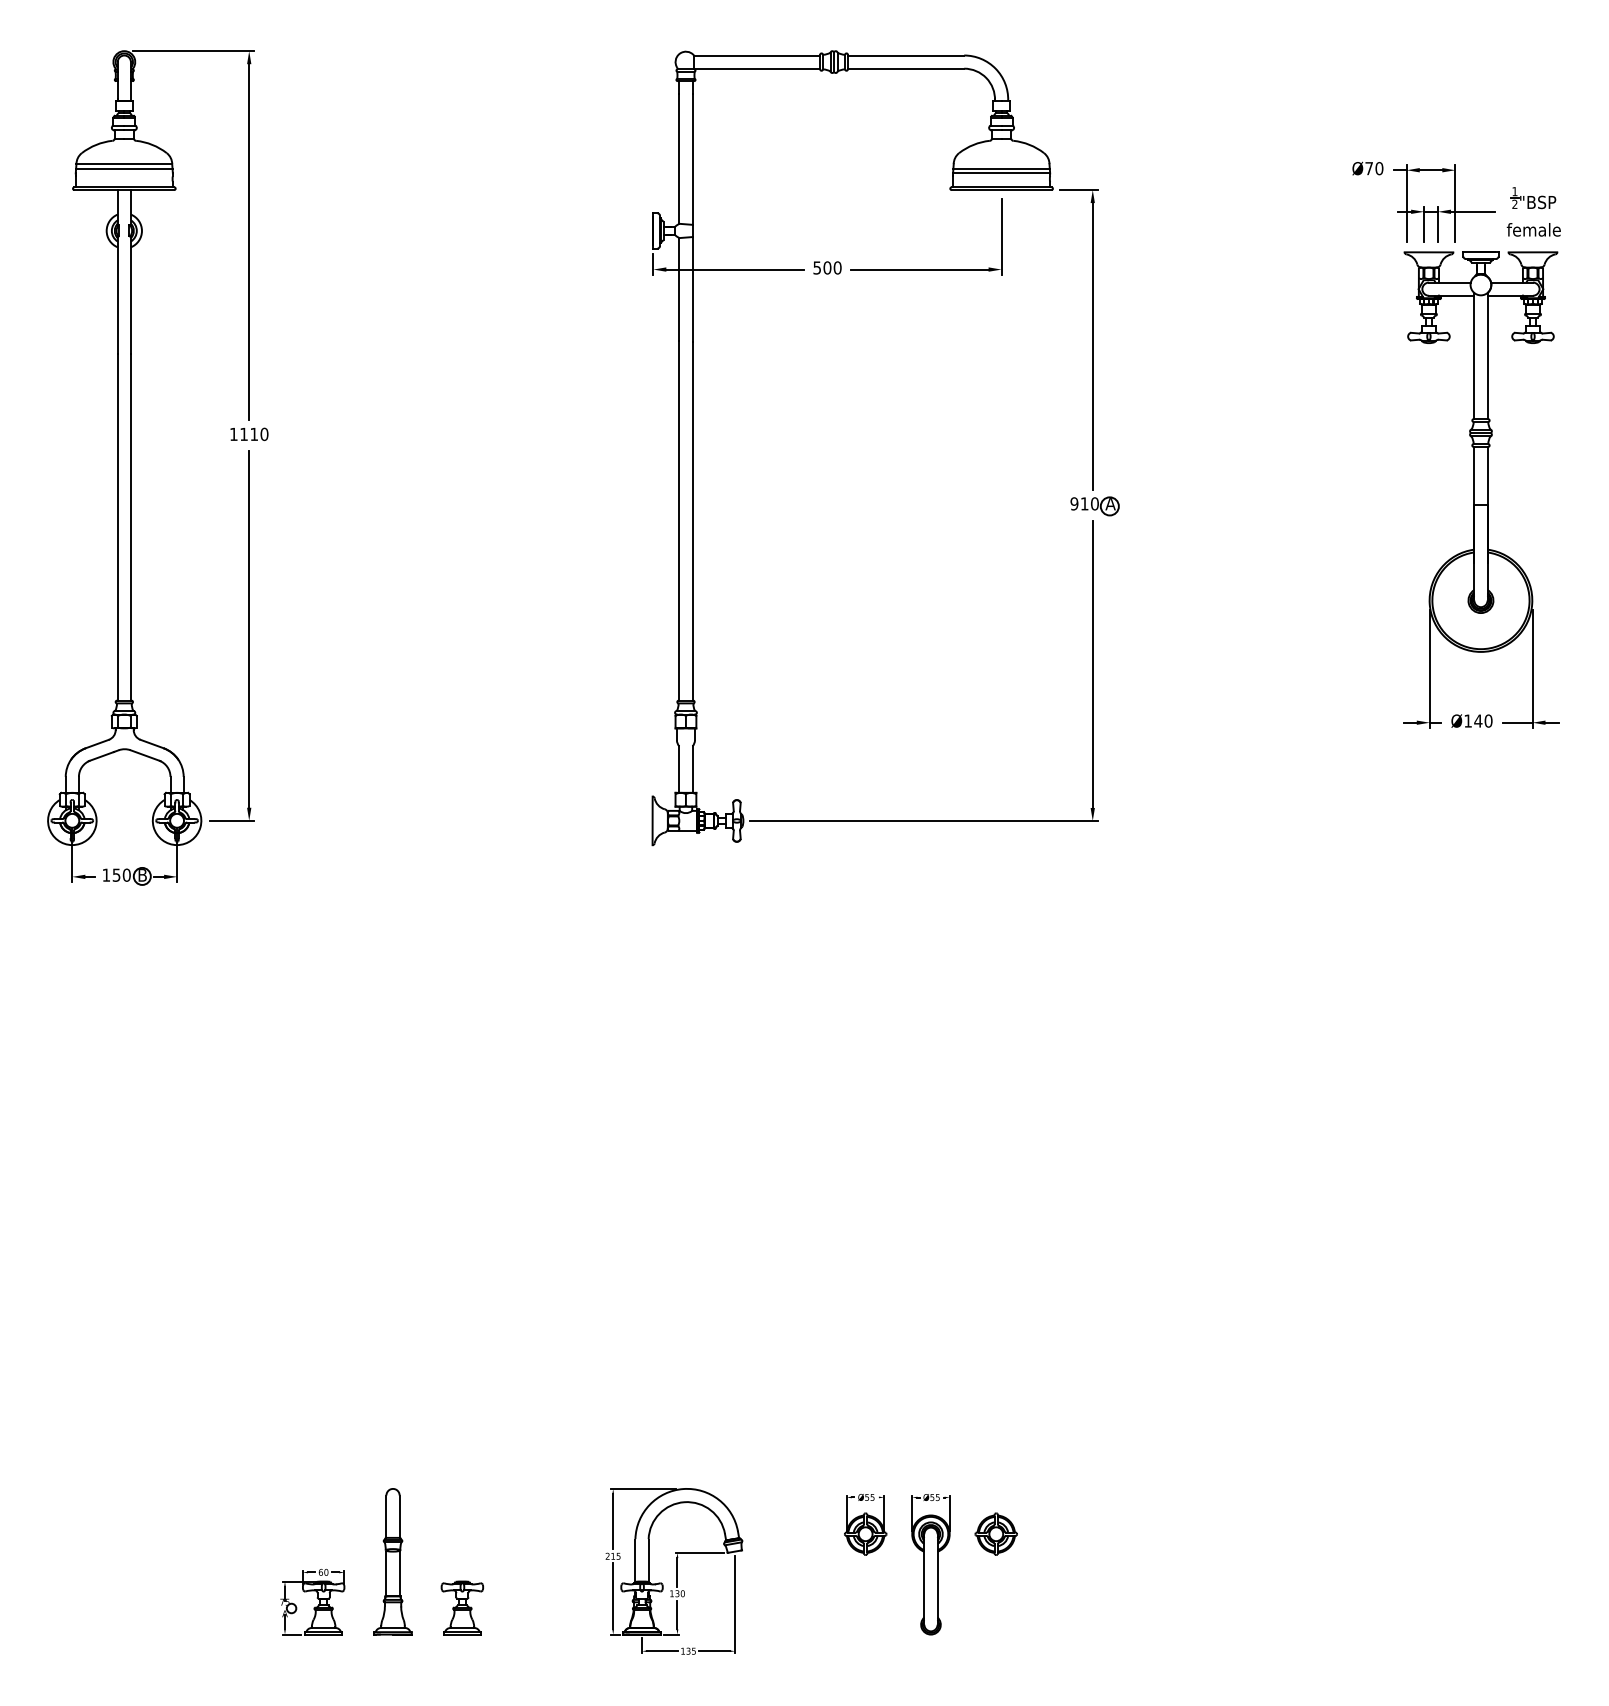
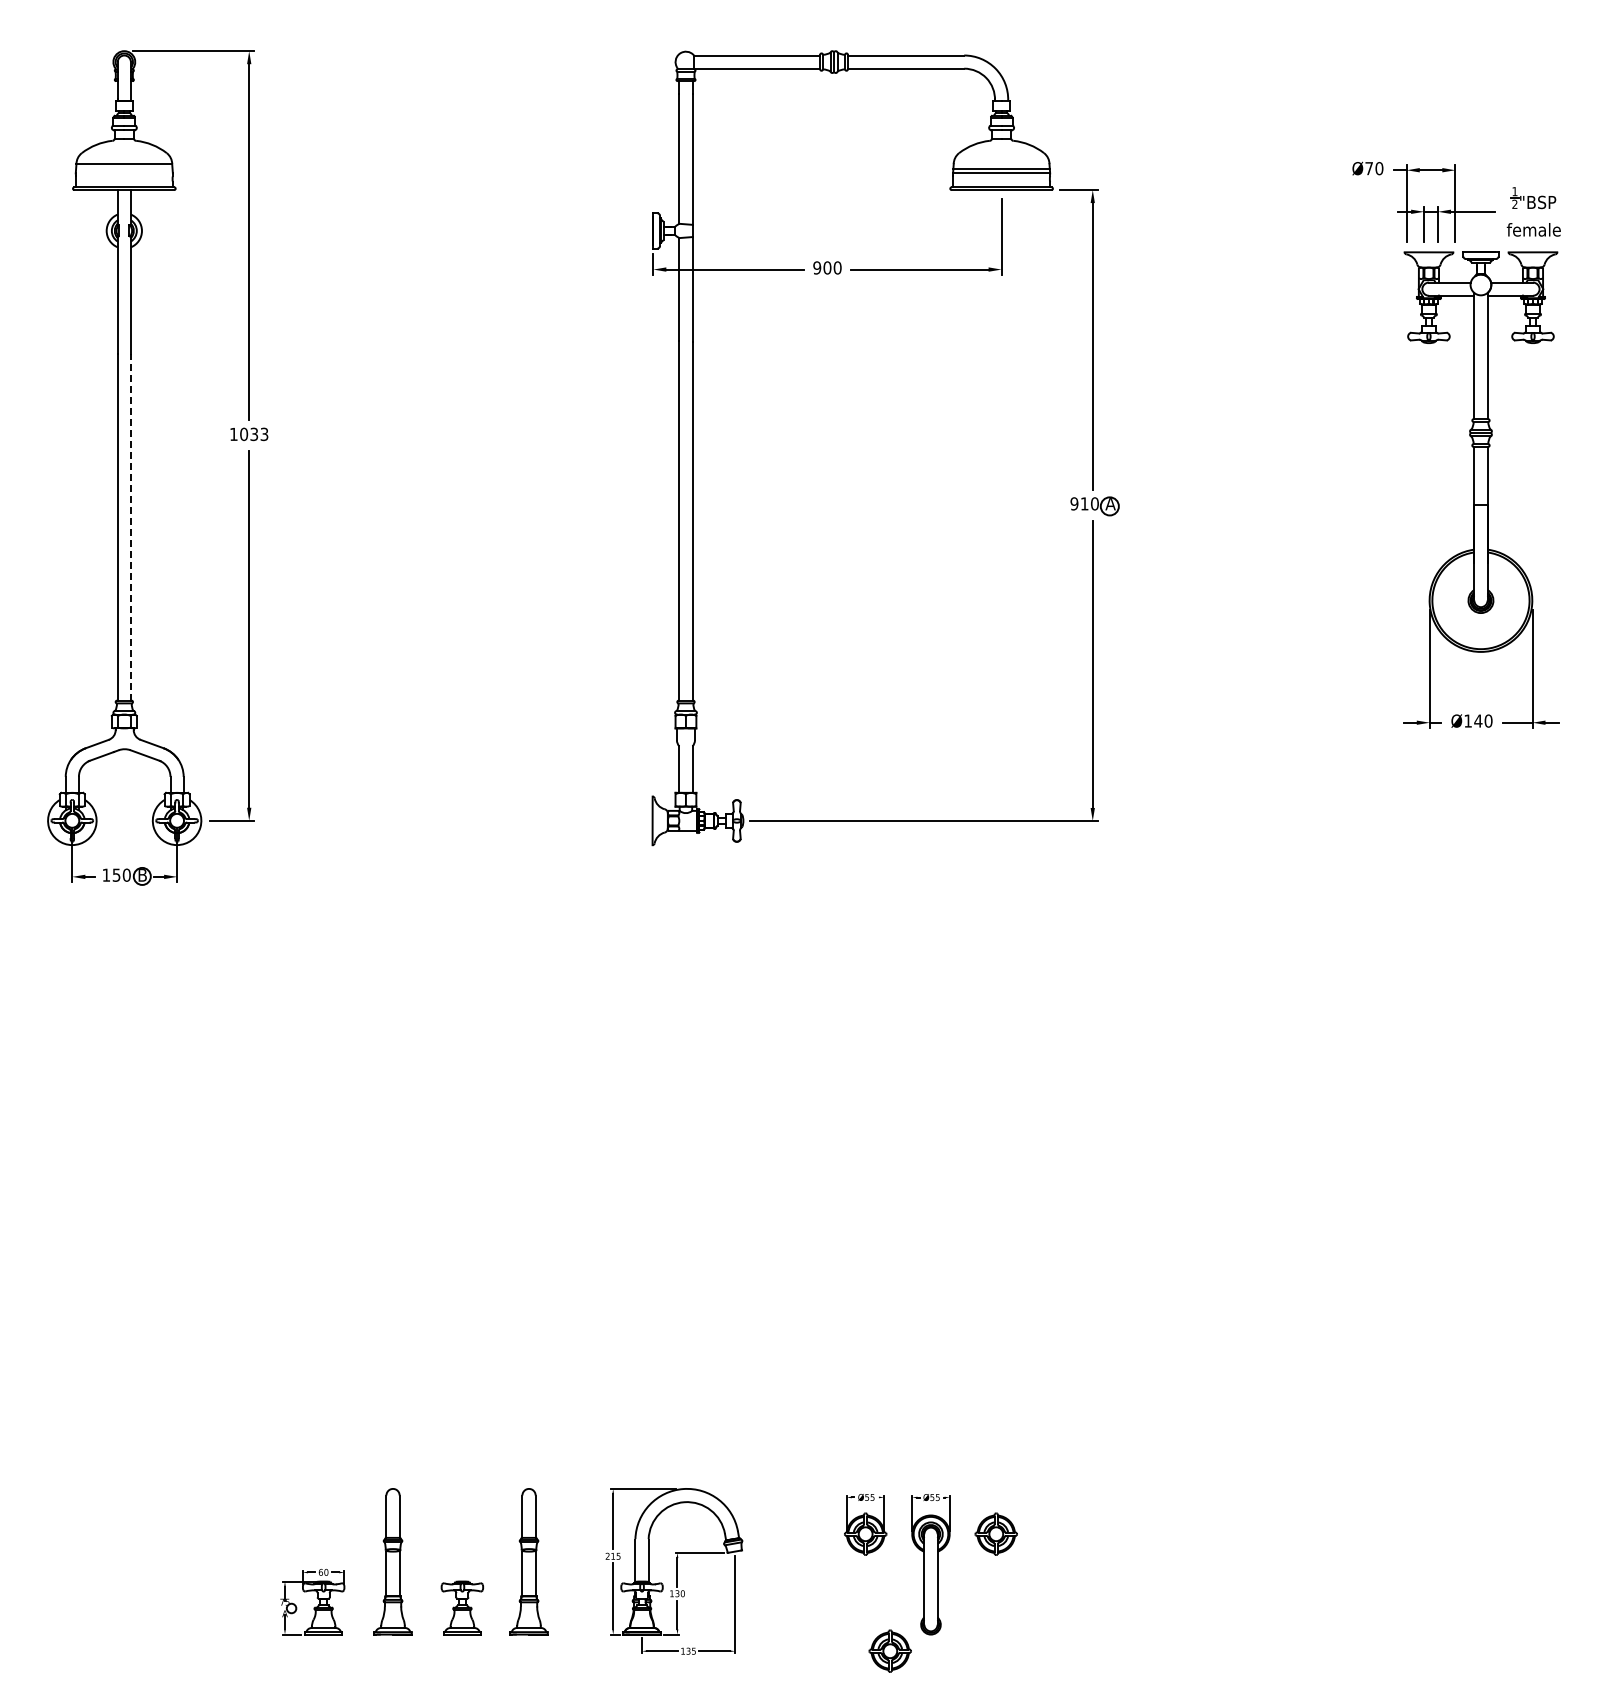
line at (124, 168): present -> none
text at (817, 267): 500 -> 900
text at (254, 434): 1110 -> 1033
line at (130, 526): solid -> dashed
part at (528, 1561): none -> present
part at (889, 1650): none -> present
